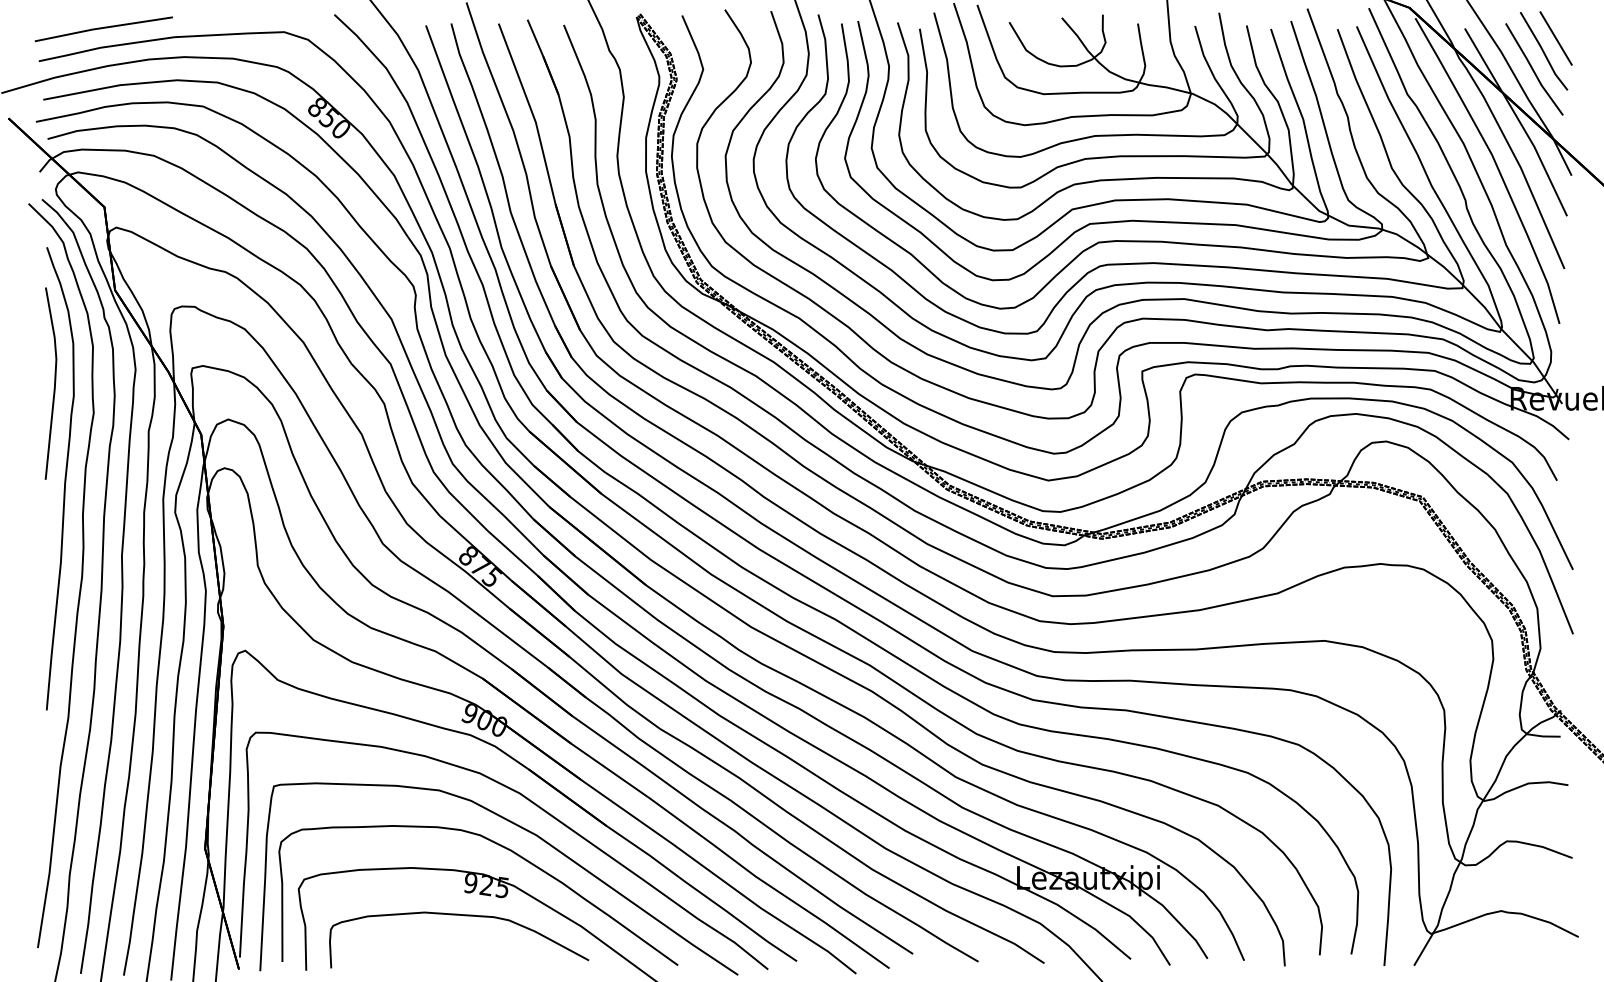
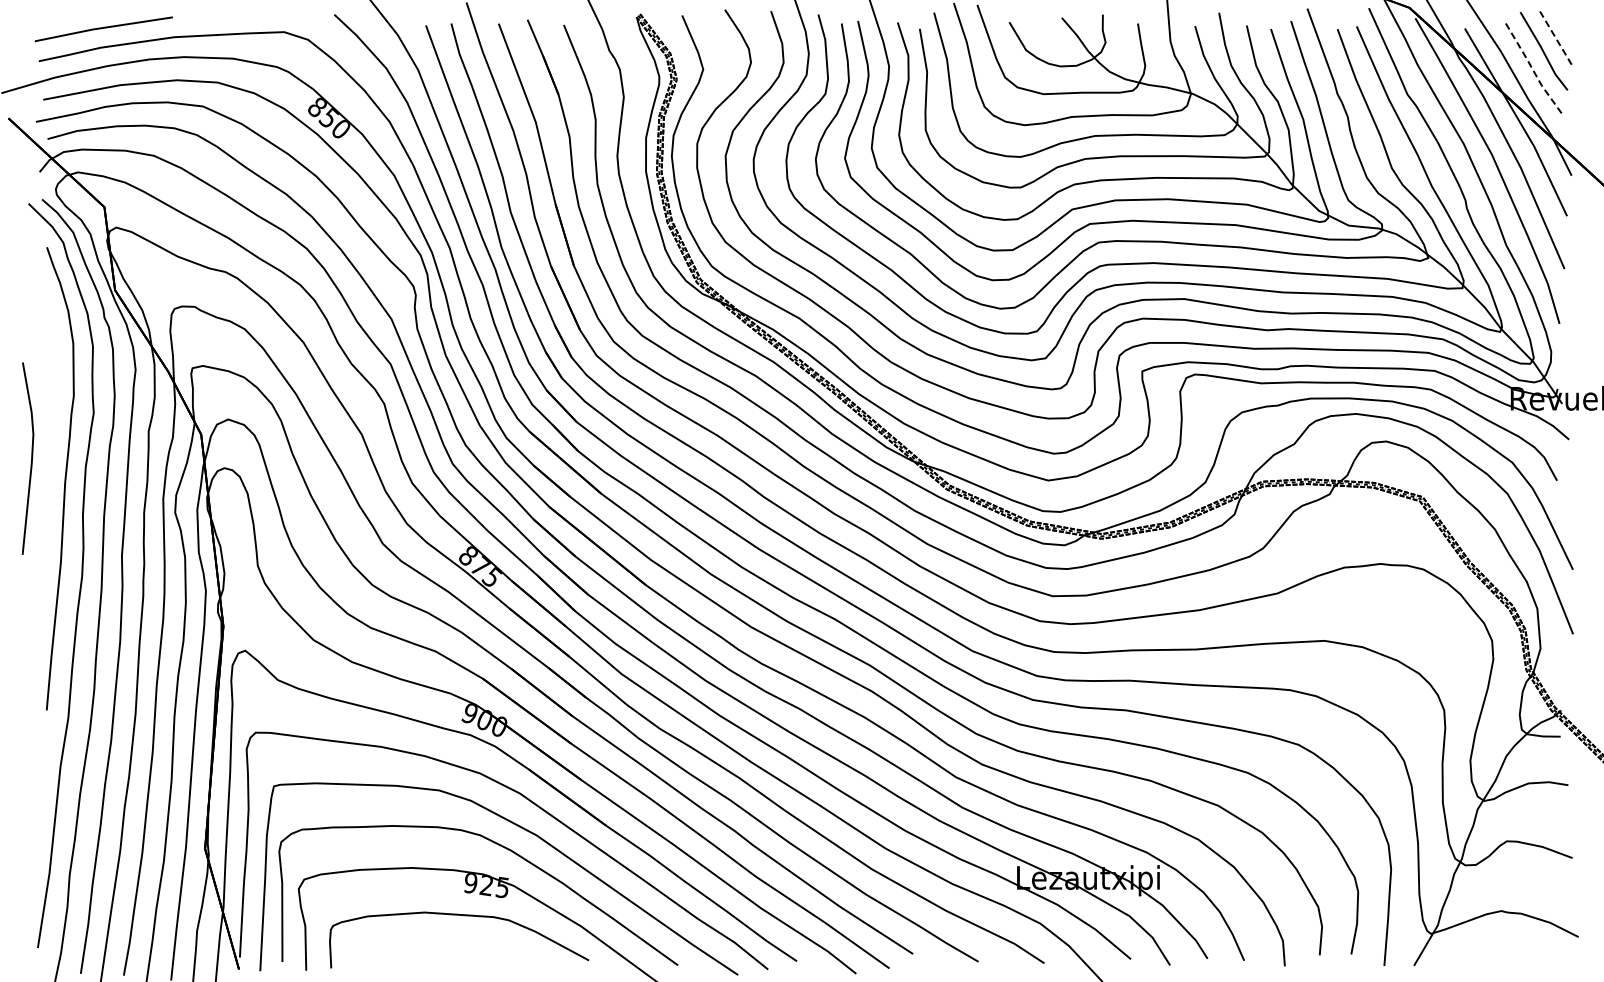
line at (1556, 38): solid -> dashed
line at (1533, 69): solid -> dashed
line at (54, 383) position: (54, 383) -> (31, 458)
